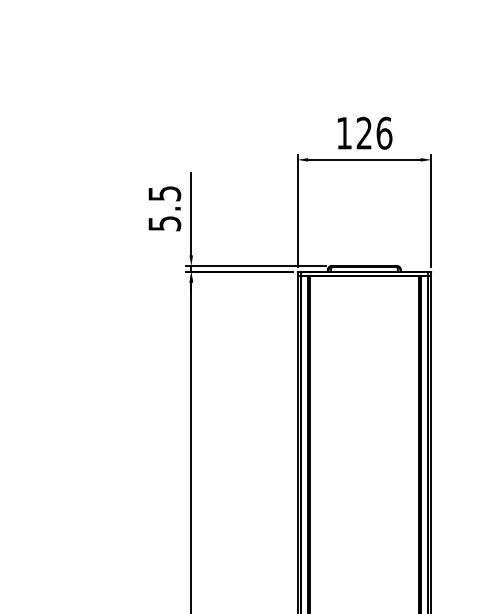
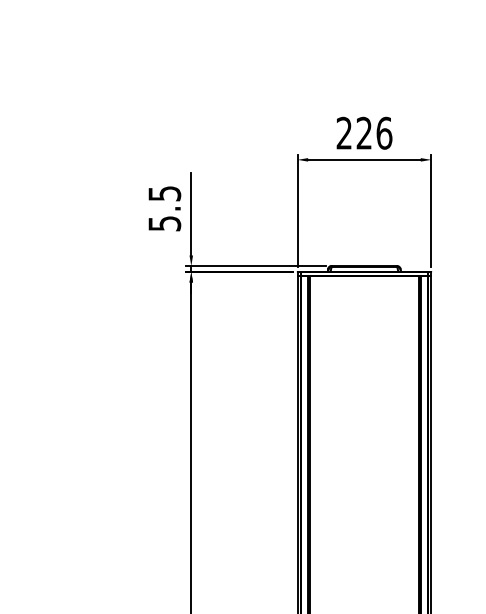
text at (343, 132): 126 -> 226
